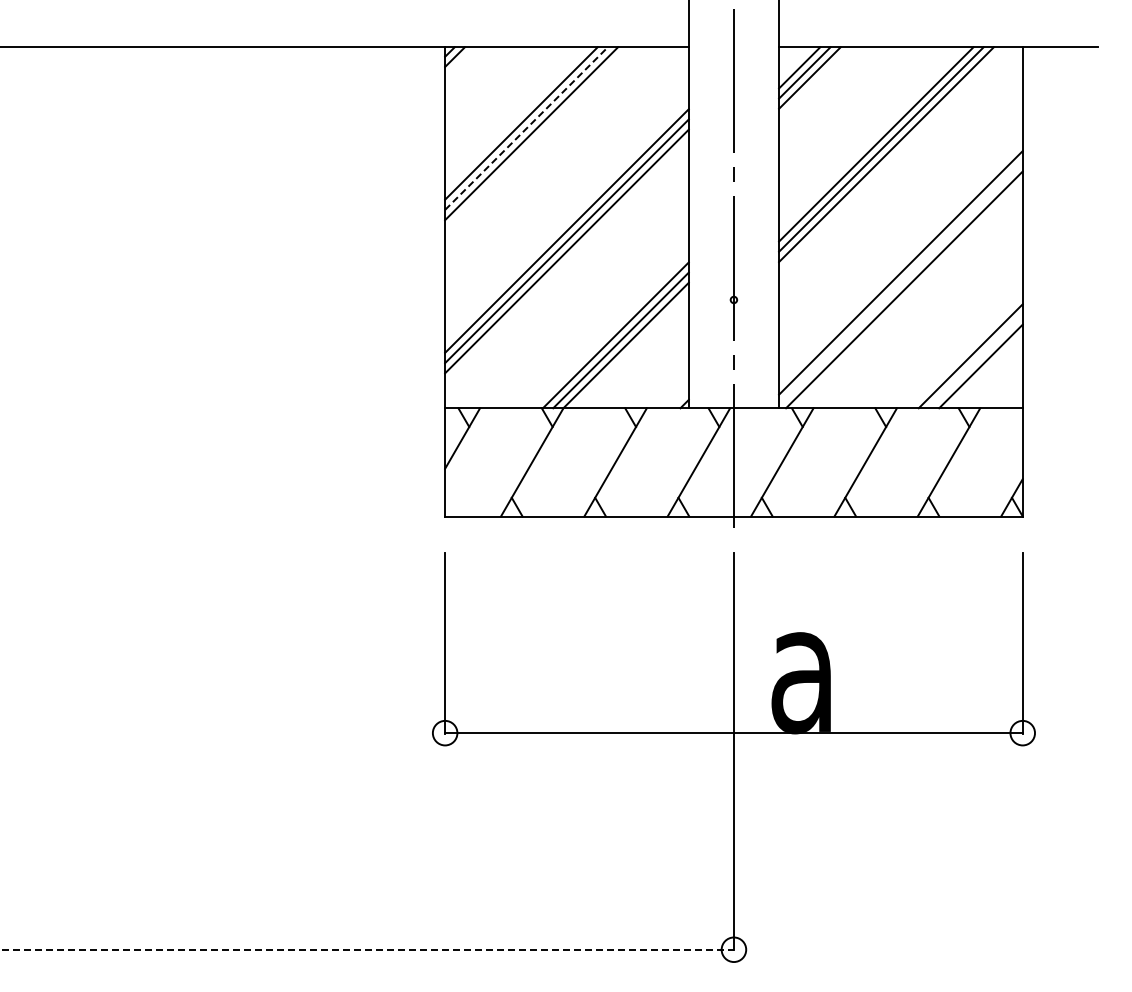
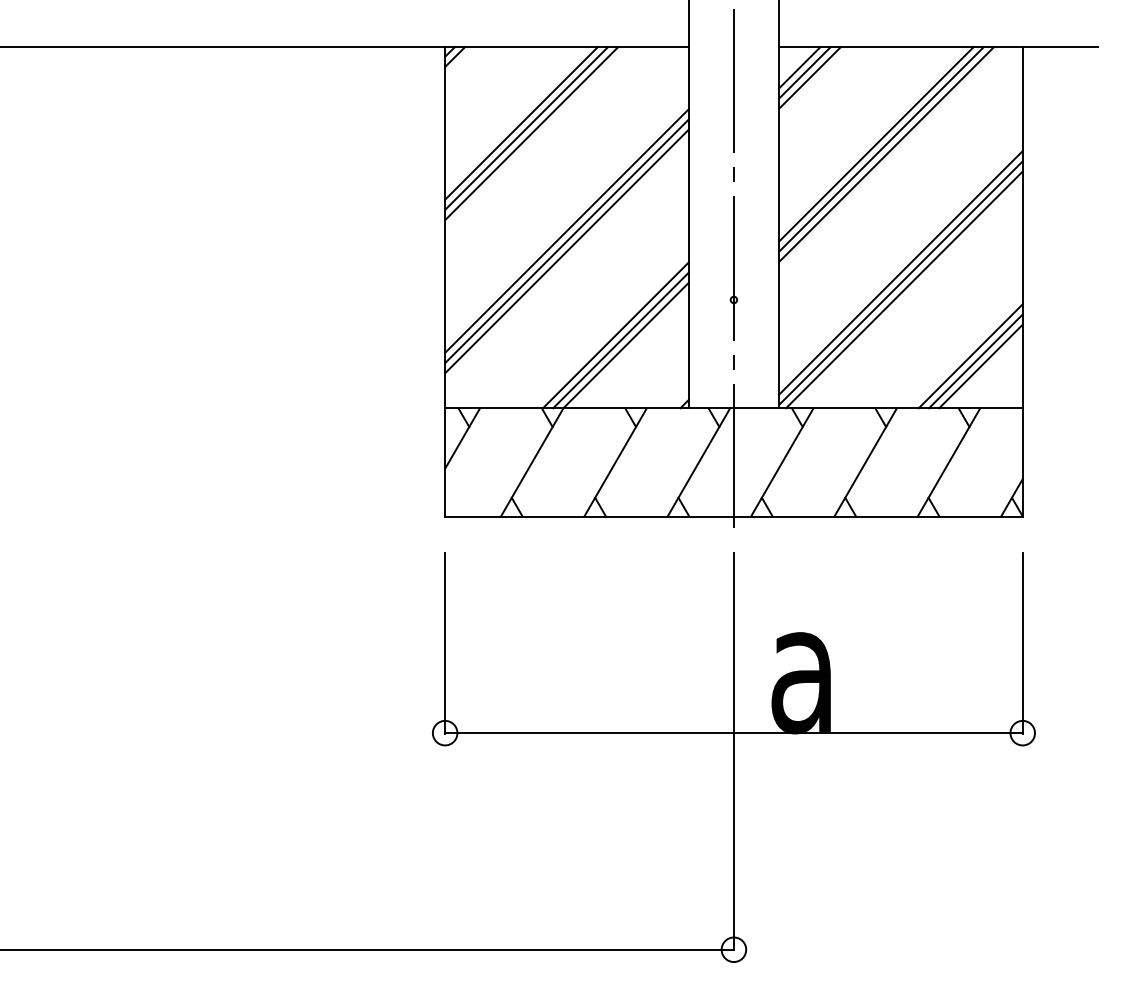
line at (526, 128): dashed -> solid
line at (900, 283): none -> present
line at (975, 361): none -> present
line at (367, 949): dashed -> solid
